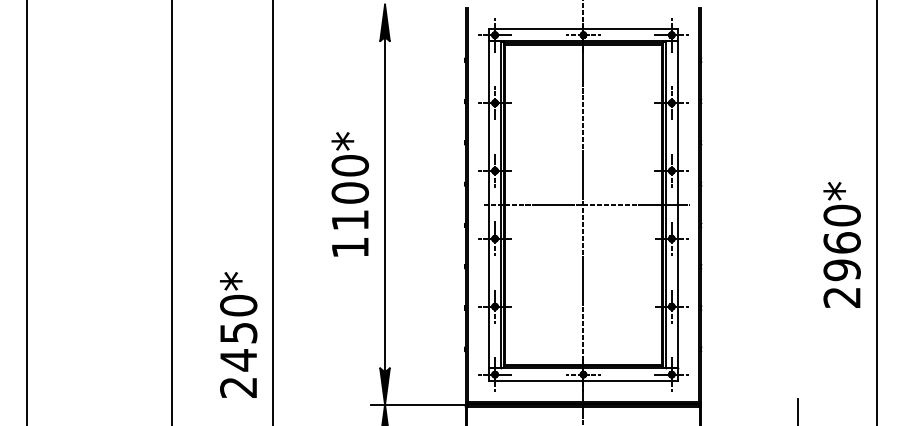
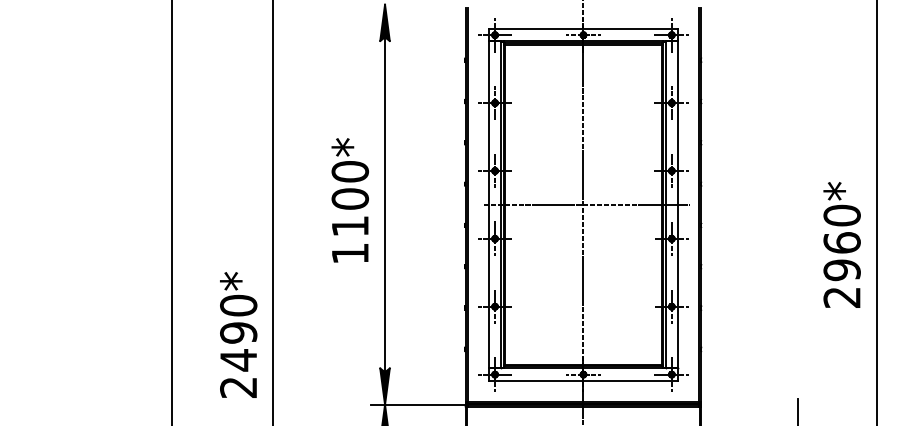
text at (349, 194) position: (349, 194) -> (349, 200)
line at (27, 212): present -> none
text at (238, 332): 2450* -> 2490*
